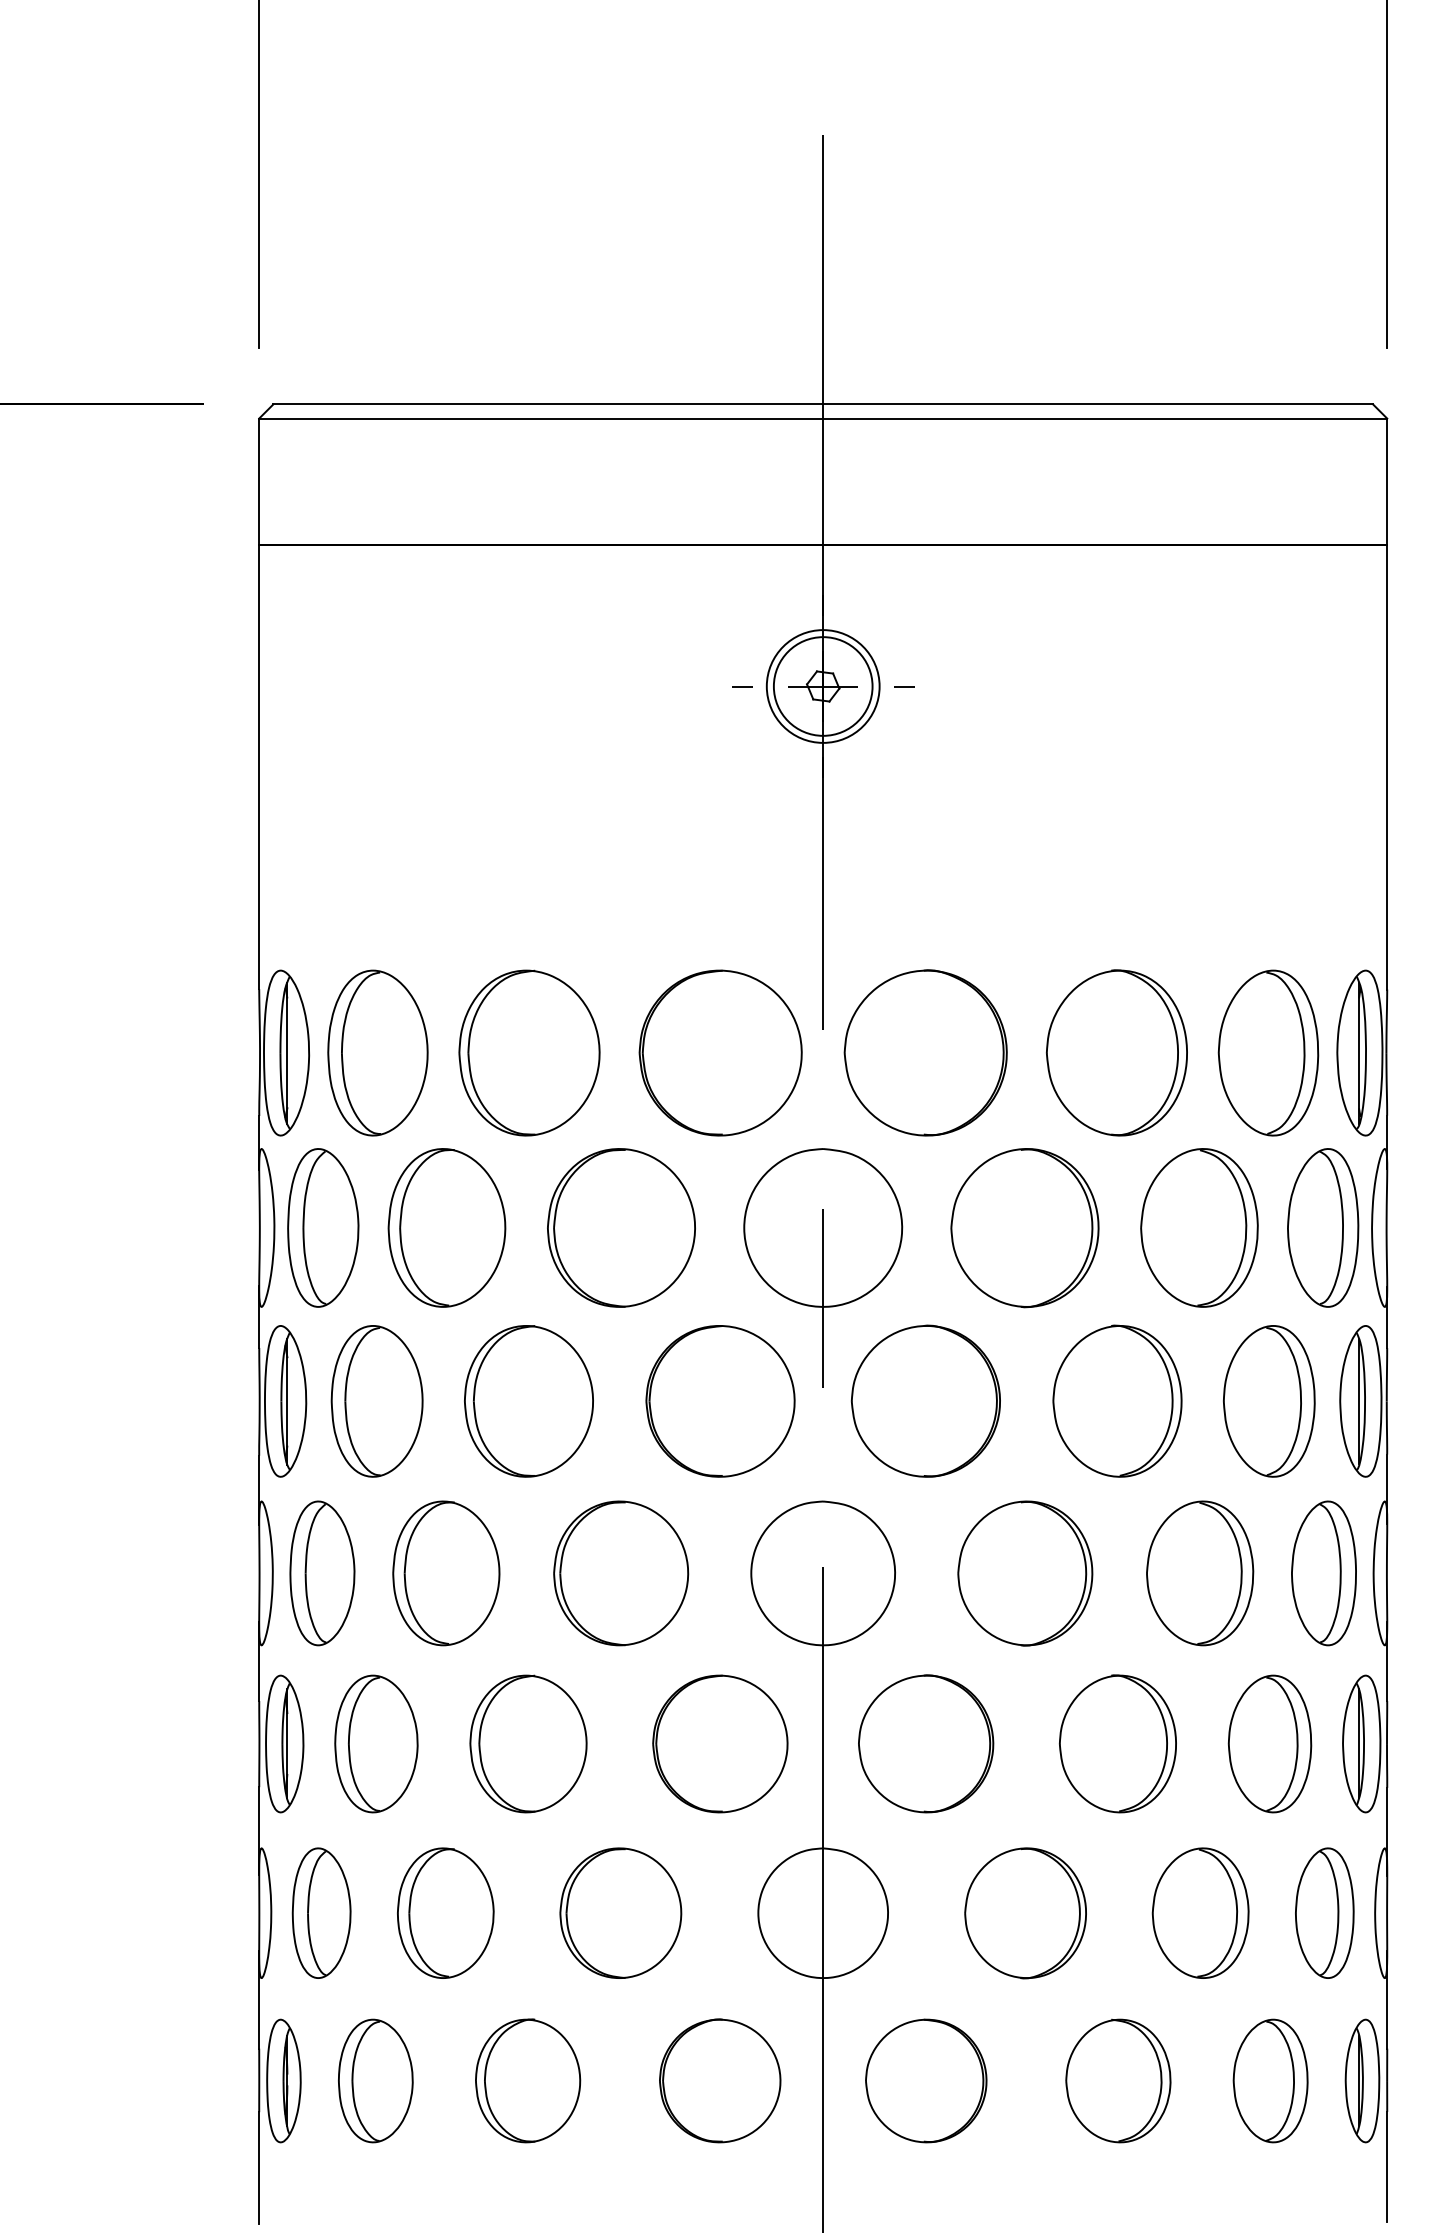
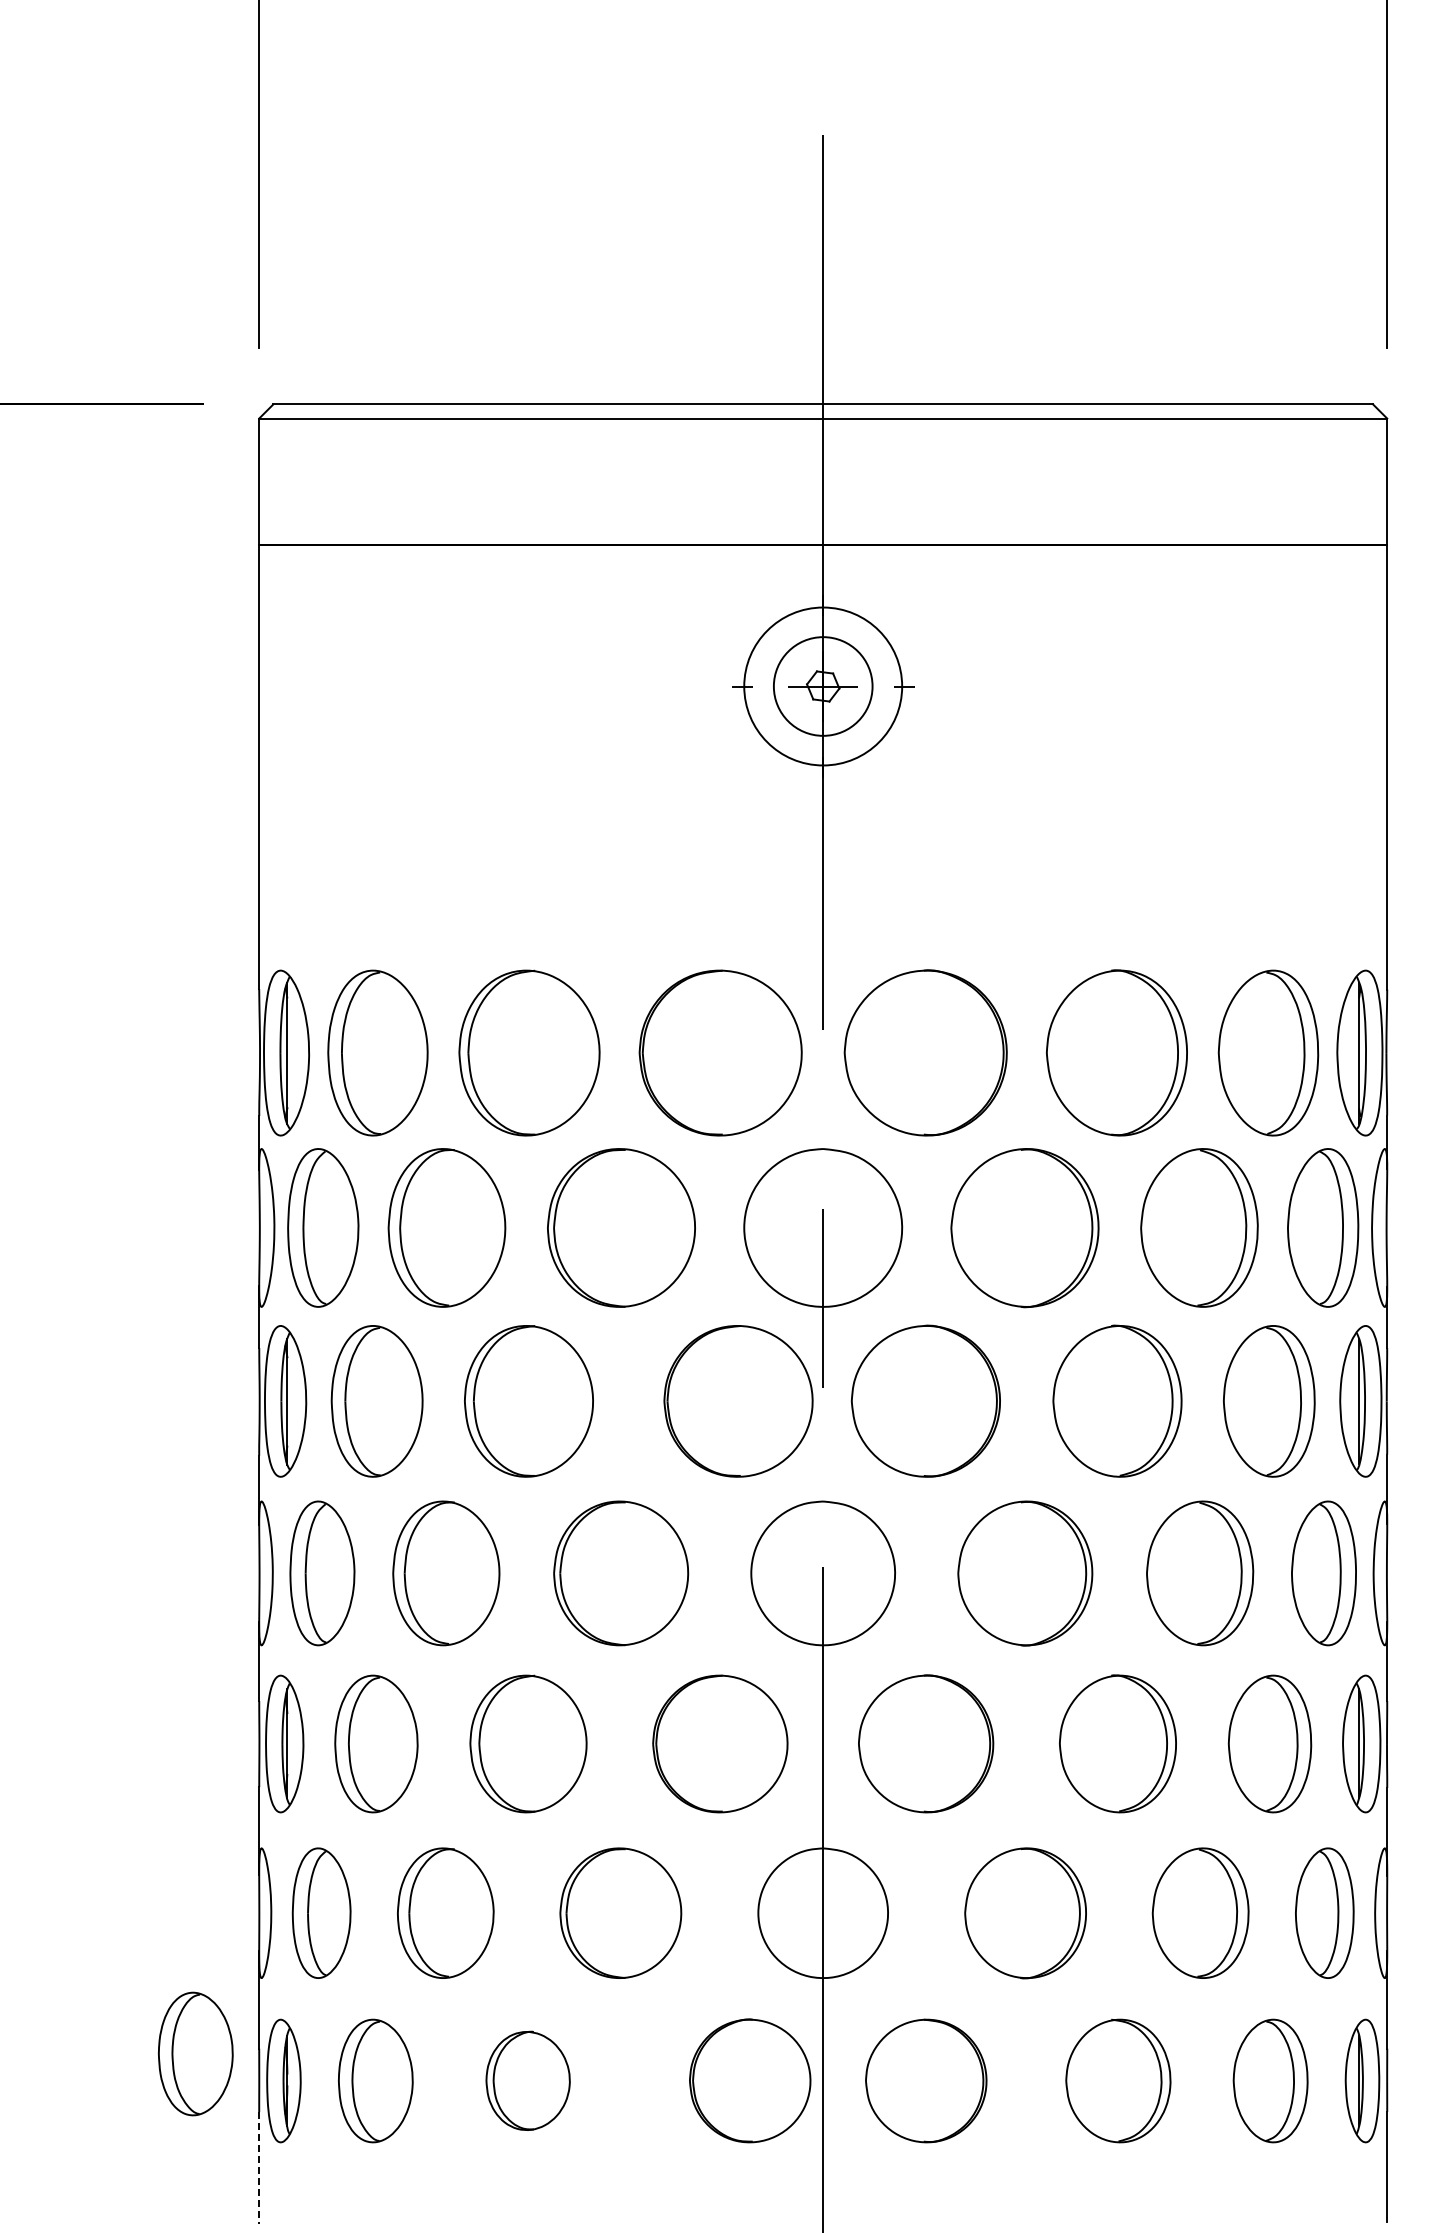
circle at (822, 686) diameter: 113 px -> 158 px
part at (720, 1401) position: (720, 1401) -> (738, 1401)
part at (195, 2053): none -> present
part at (528, 2080) size: 107x126 px -> 86x101 px
part at (720, 2080) position: (720, 2080) -> (750, 2080)
line at (259, 2167): solid -> dashed
